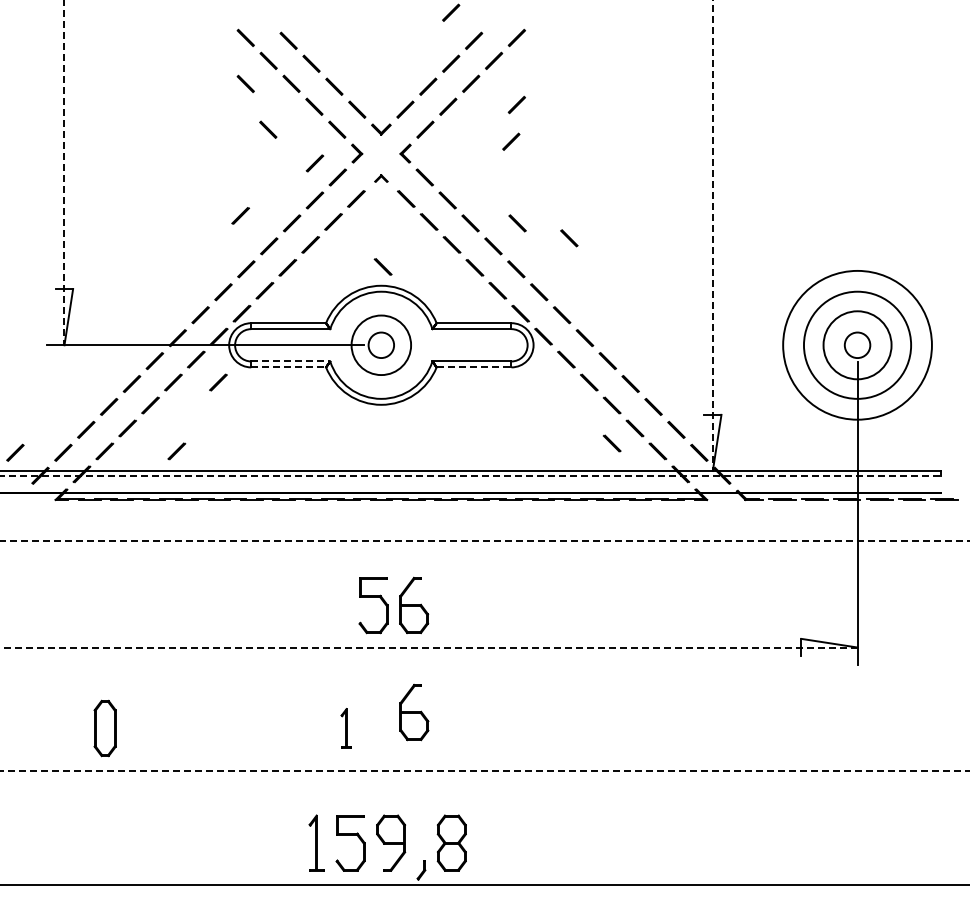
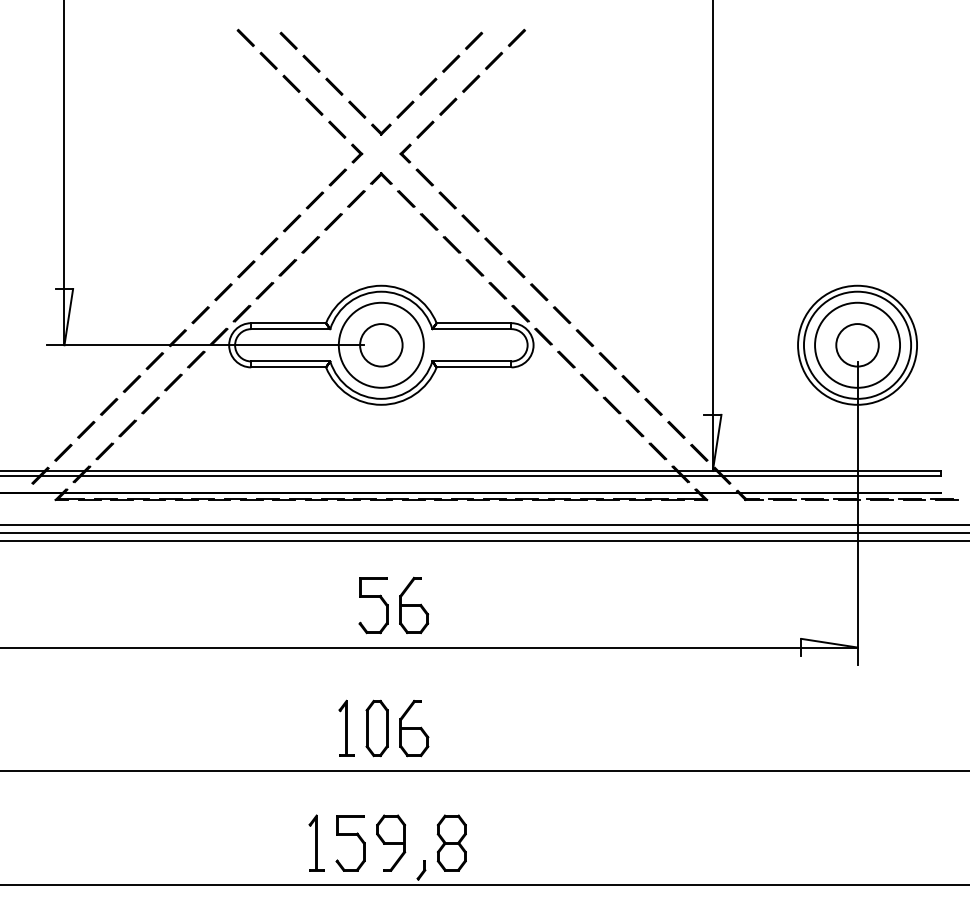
line at (451, 12): present -> none
line at (245, 83): present -> none
line at (516, 104): present -> none
line at (268, 129): present -> none
line at (511, 141): present -> none
line at (314, 163): present -> none
line at (64, 173): dashed -> solid
part at (381, 178) size: 15x9 px -> 23x13 px
line at (240, 215): present -> none
line at (517, 223): present -> none
line at (712, 236): dashed -> solid
line at (569, 238): present -> none
line at (382, 266): present -> none
circle at (857, 344) diameter: 149 px -> 119 px
circle at (381, 345) diameter: 26 px -> 43 px
circle at (381, 345) diameter: 60 px -> 85 px
circle at (857, 345) diameter: 26 px -> 43 px
circle at (857, 345) diameter: 68 px -> 85 px
line at (290, 361): dashed -> solid
line at (289, 367): dashed -> solid
line at (474, 367): dashed -> solid
line at (218, 382): present -> none
line at (612, 443): present -> none
line at (176, 451): present -> none
line at (15, 452): present -> none
line at (471, 476): dashed -> solid
line at (484, 524): none -> present
line at (484, 533): none -> present
line at (485, 540): dashed -> solid
line at (428, 647): dashed -> solid
part at (414, 712) position: (414, 712) -> (414, 728)
part at (104, 728) position: (104, 728) -> (376, 728)
part at (345, 728) size: 12x41 px -> 17x58 px
line at (485, 770): dashed -> solid
